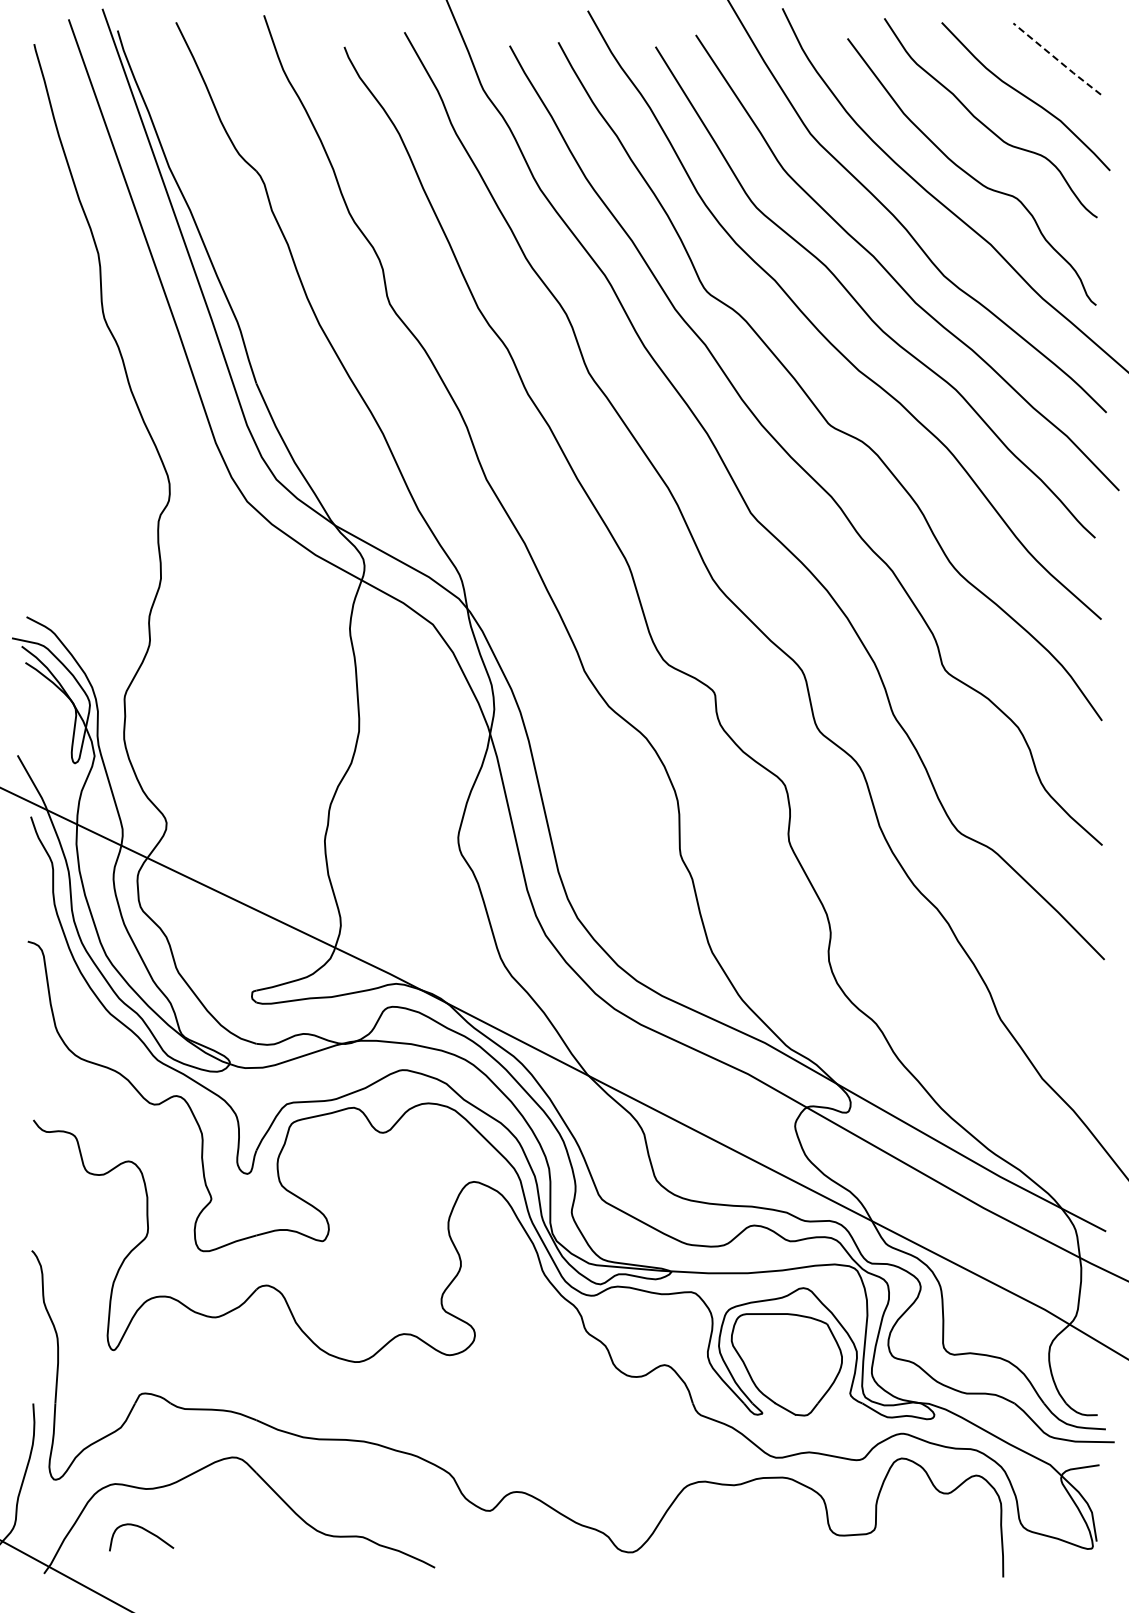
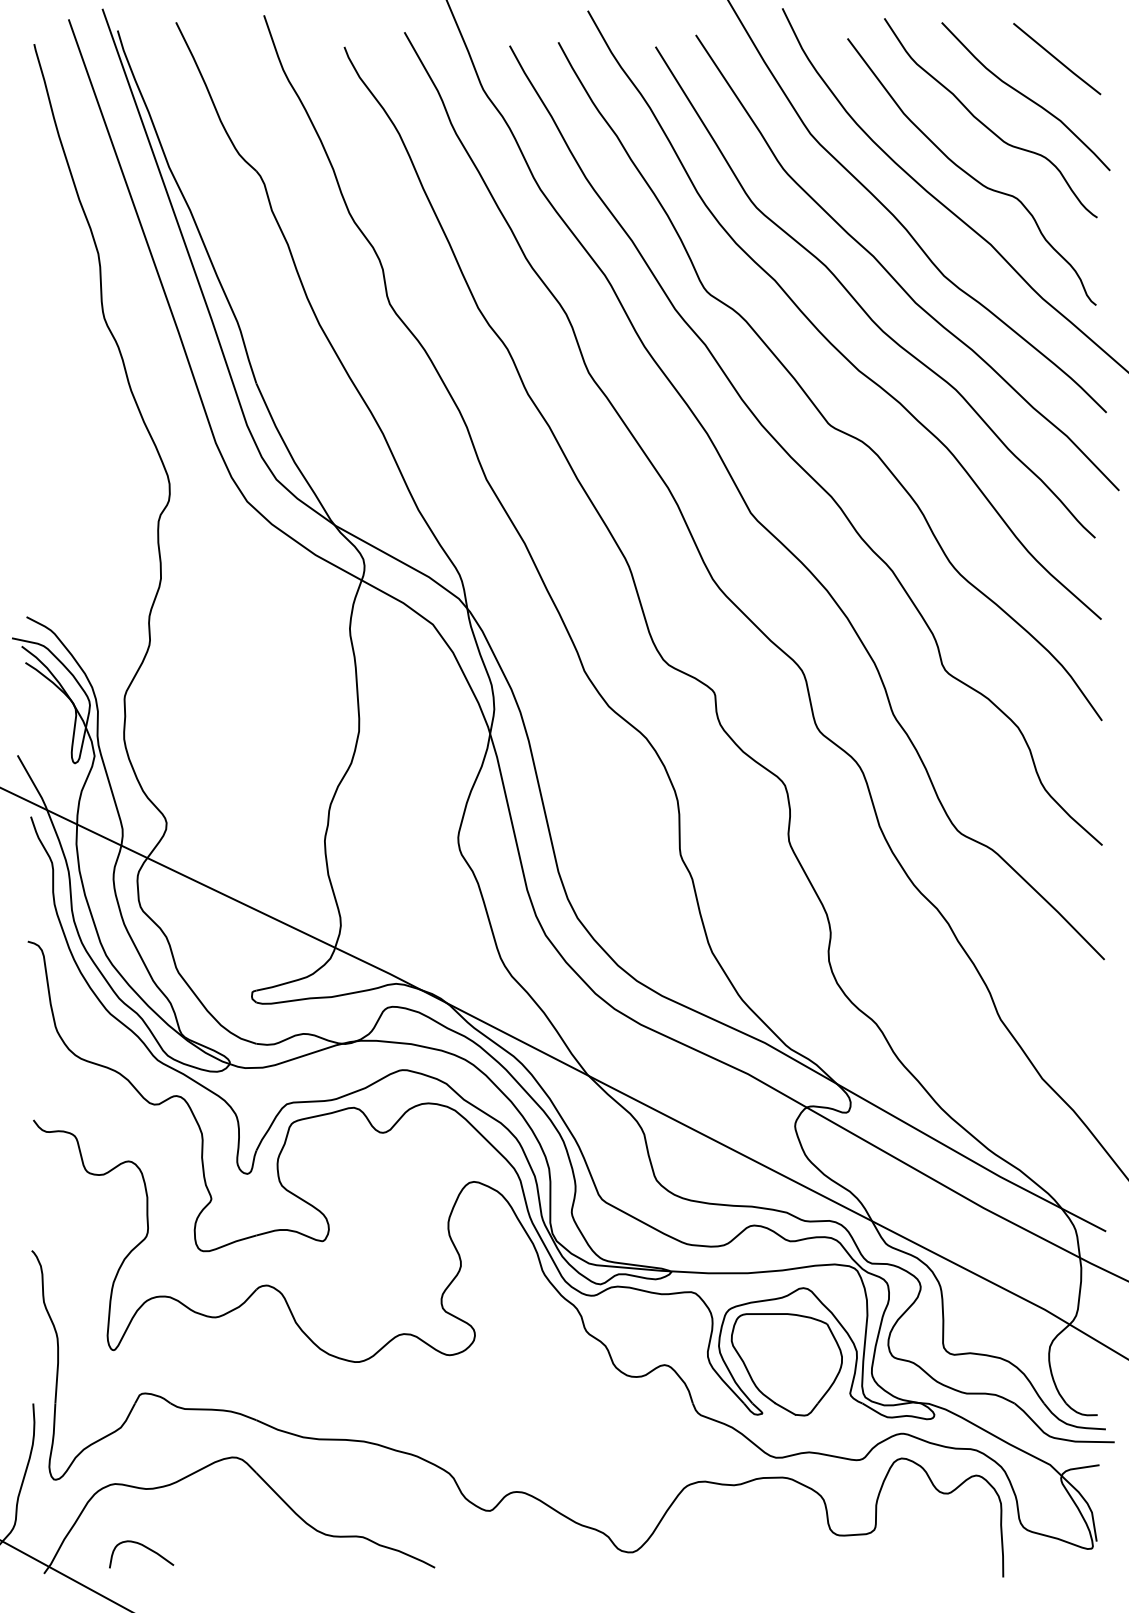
line at (1057, 59): dashed -> solid
curve at (144, 1530) position: (144, 1530) -> (144, 1547)
